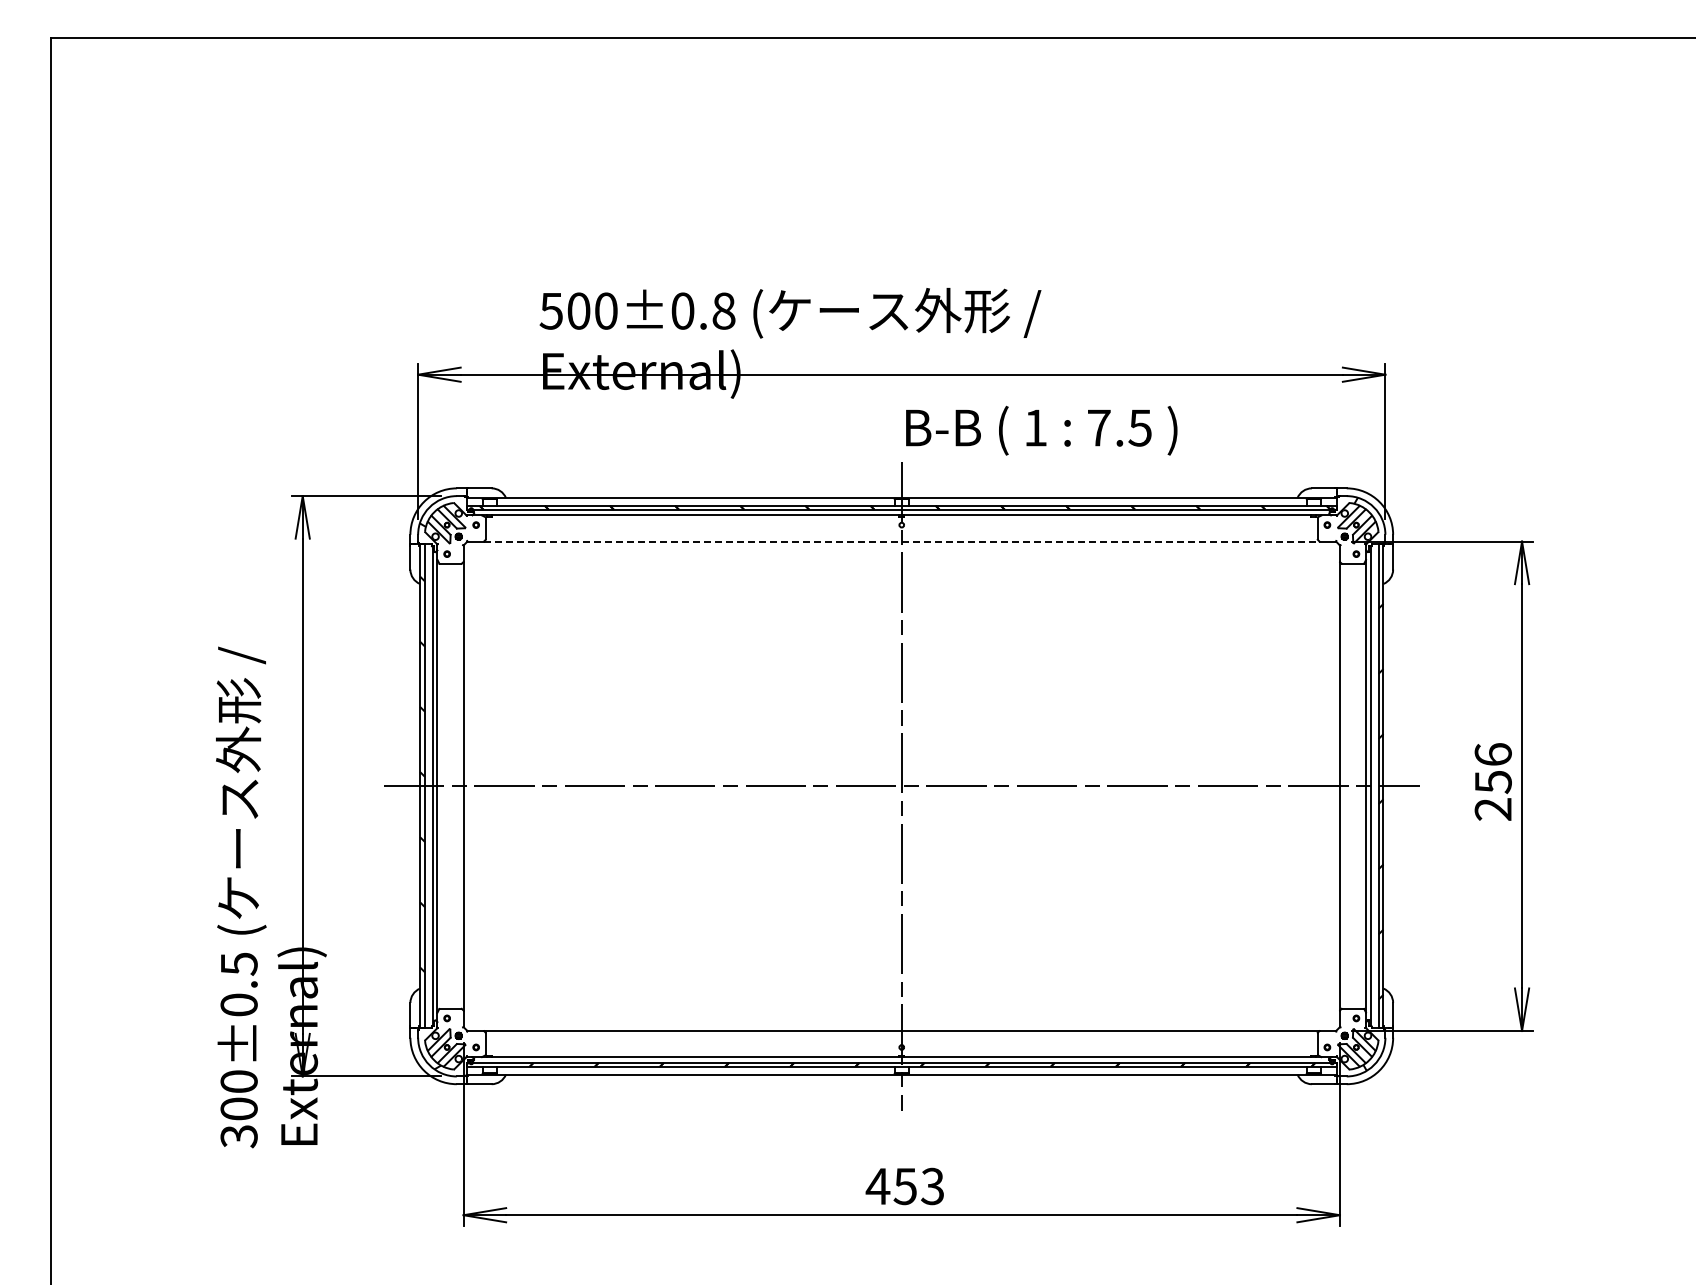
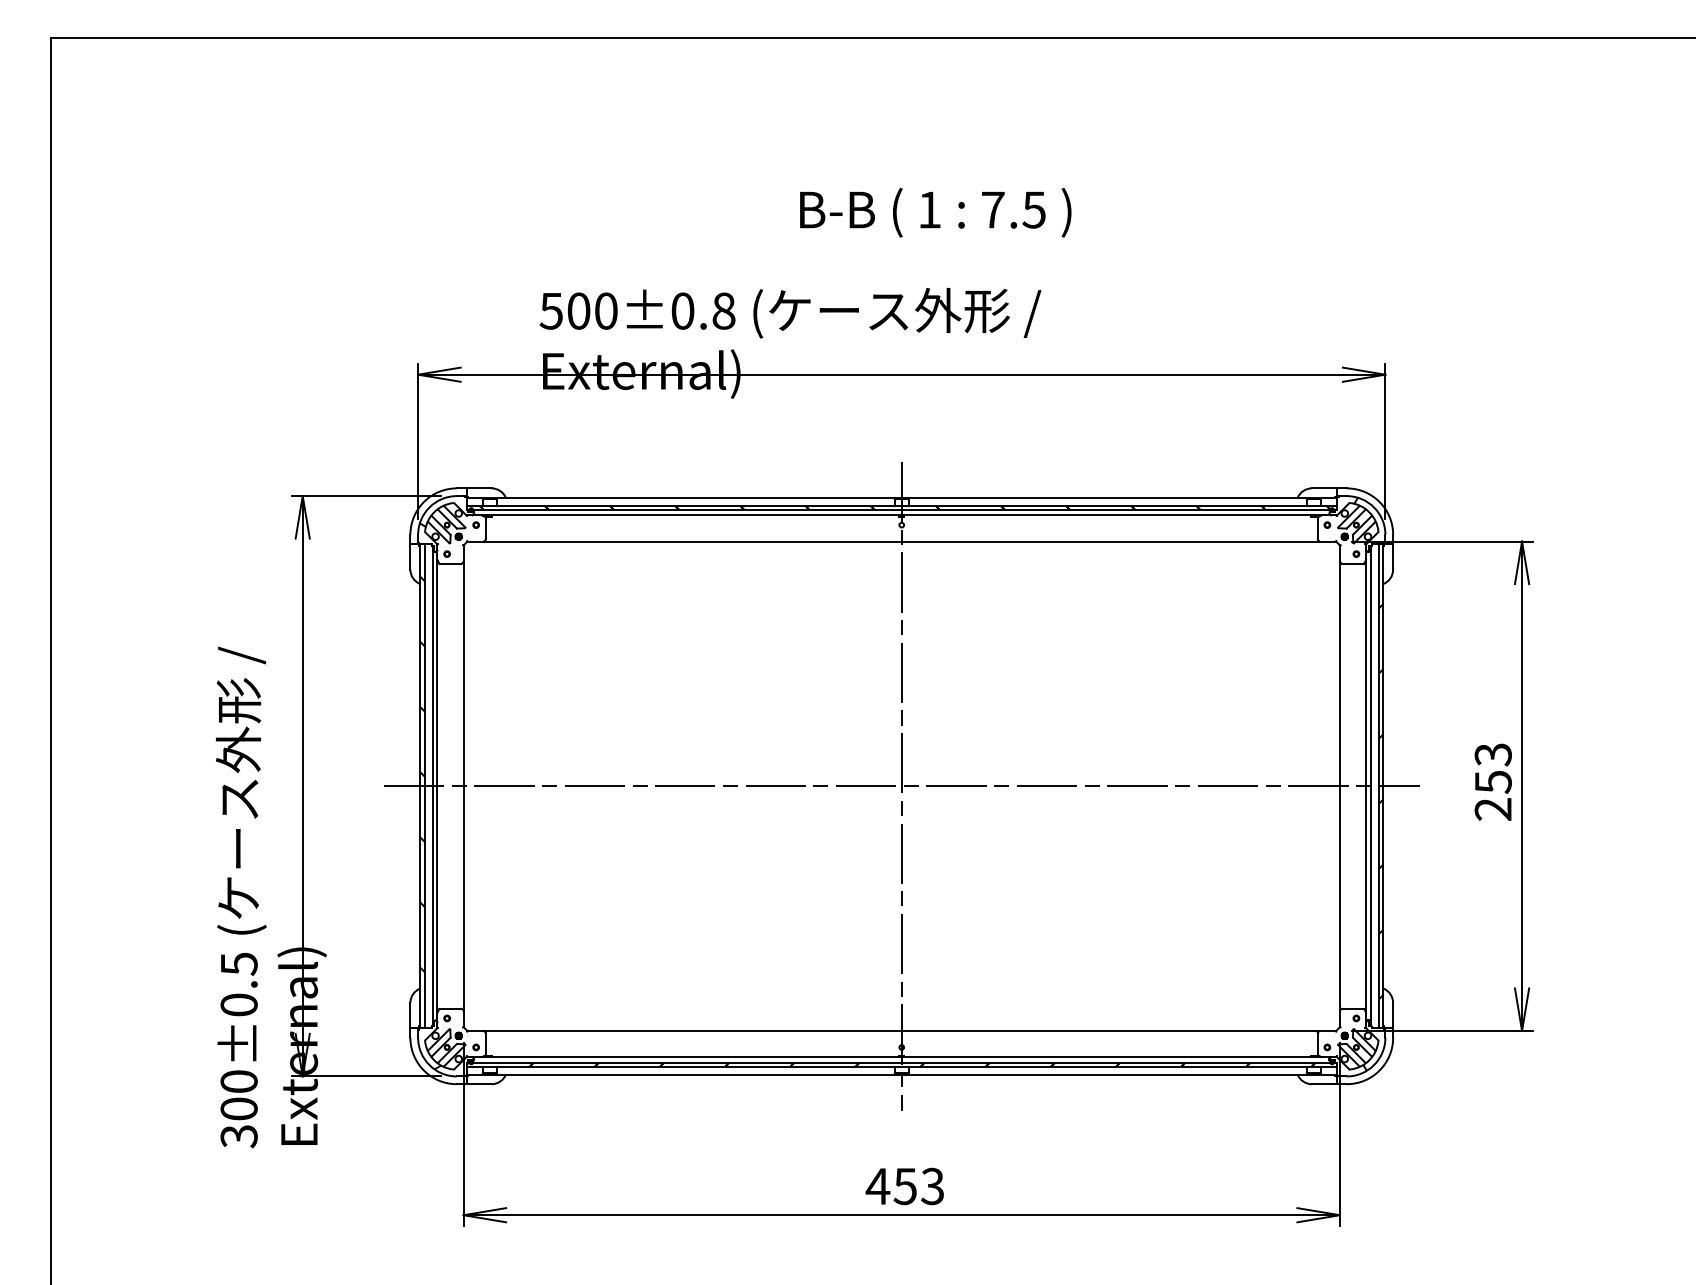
text at (1041, 430) position: (1041, 430) -> (935, 212)
line at (901, 541): dashed -> solid
text at (1492, 754): 256 -> 253
